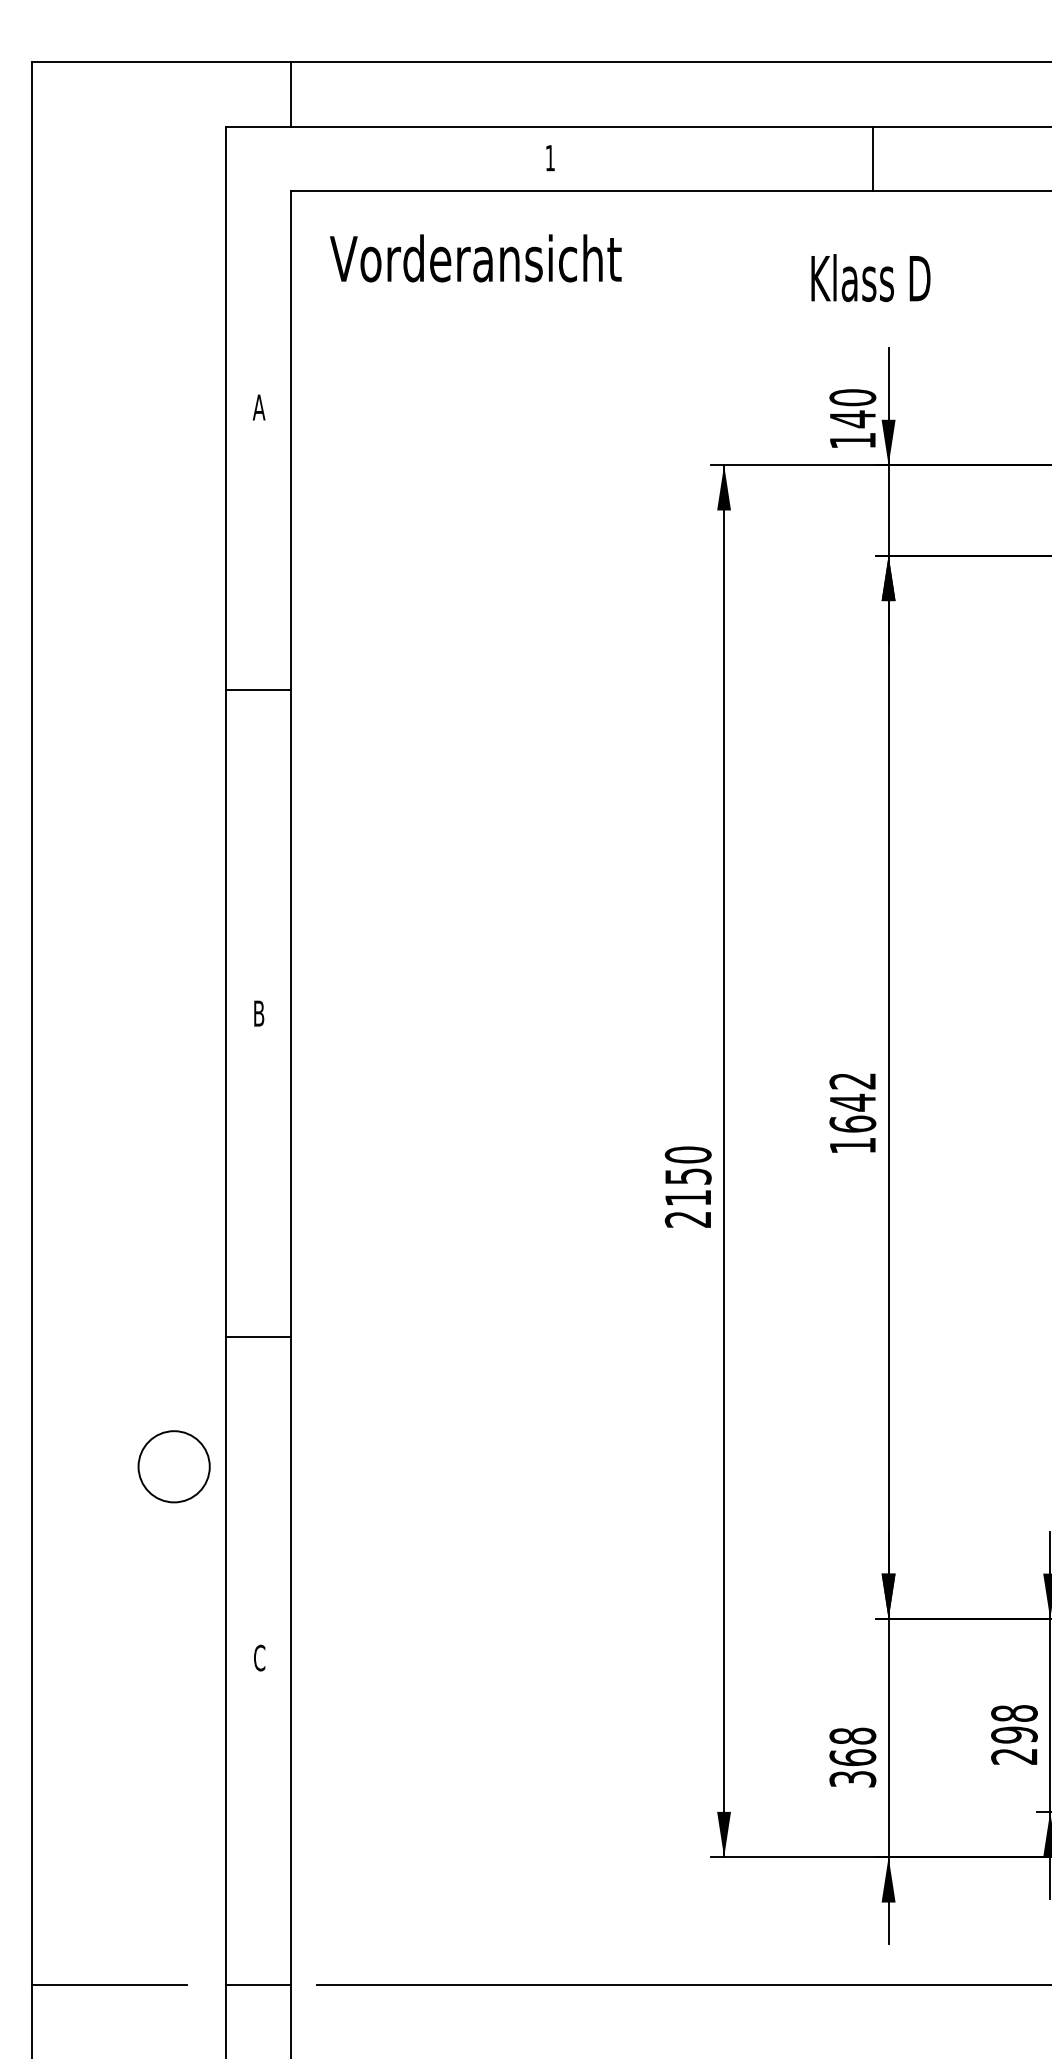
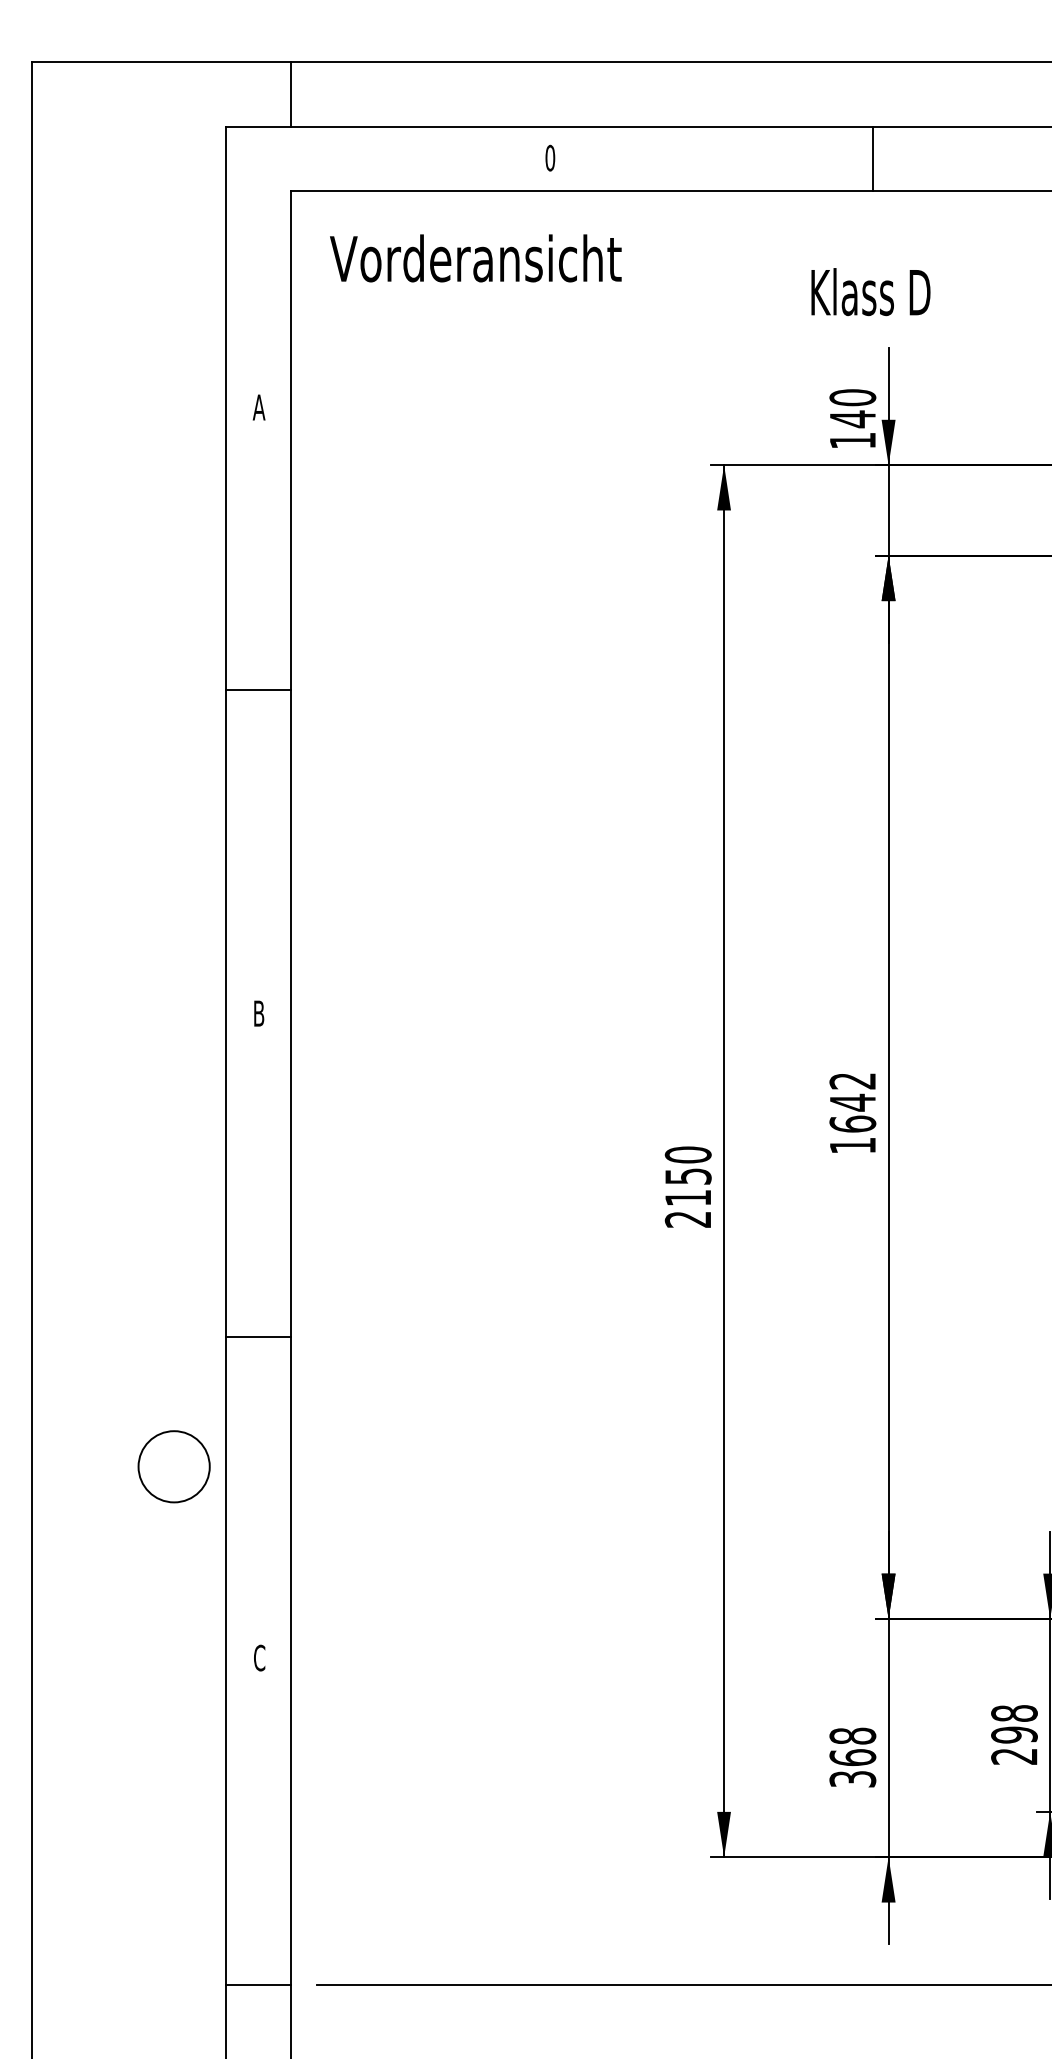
text at (550, 157): 1 -> 0
text at (870, 278) position: (870, 278) -> (870, 292)
line at (109, 1984): present -> none
